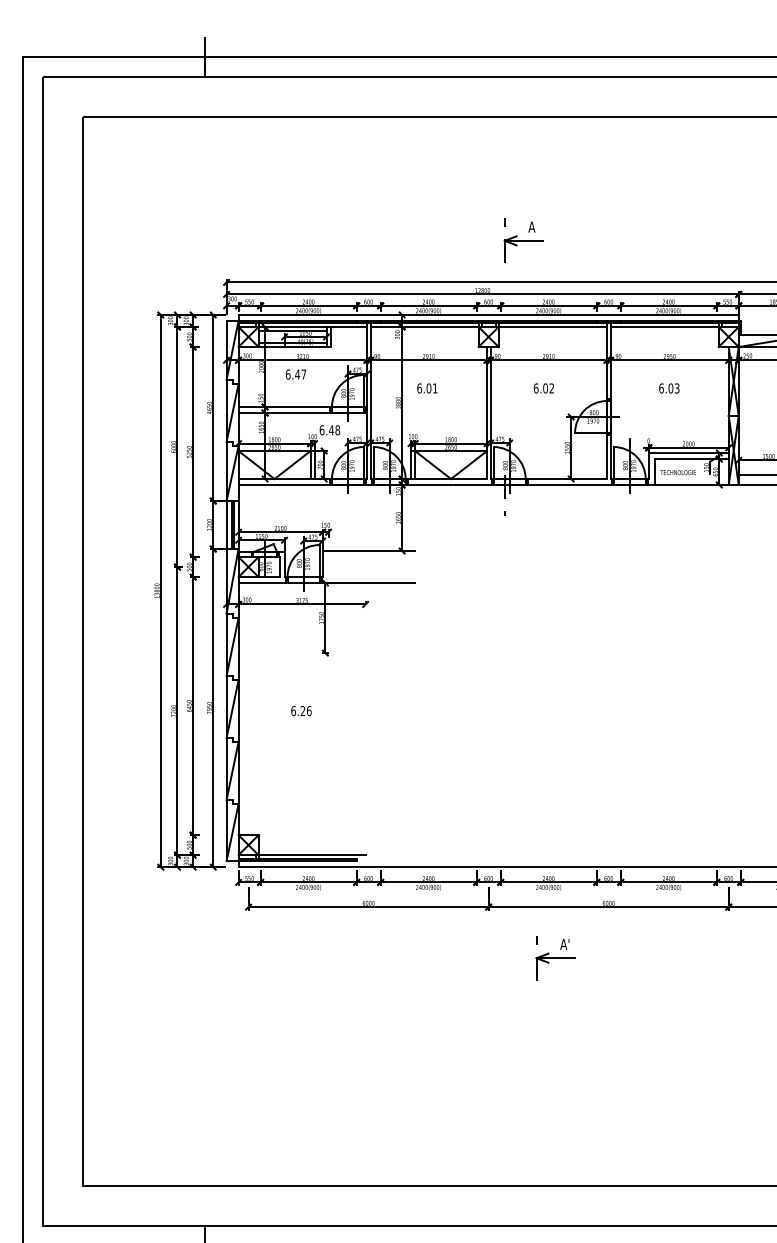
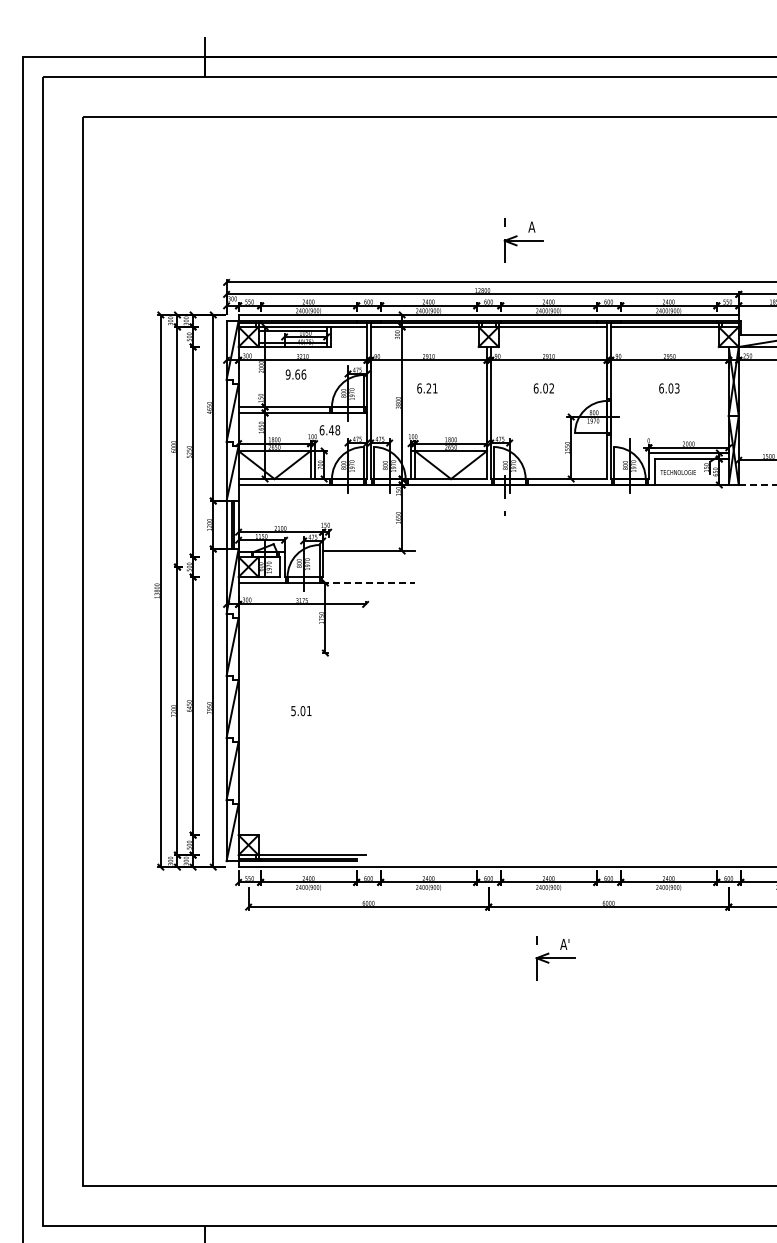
text at (295, 374): 6.47 -> 9.66
text at (428, 388): 6.01 -> 6.21
line at (755, 475): present -> none
line at (757, 485): solid -> dashed
line at (368, 583): solid -> dashed
text at (301, 711): 6.26 -> 5.01
